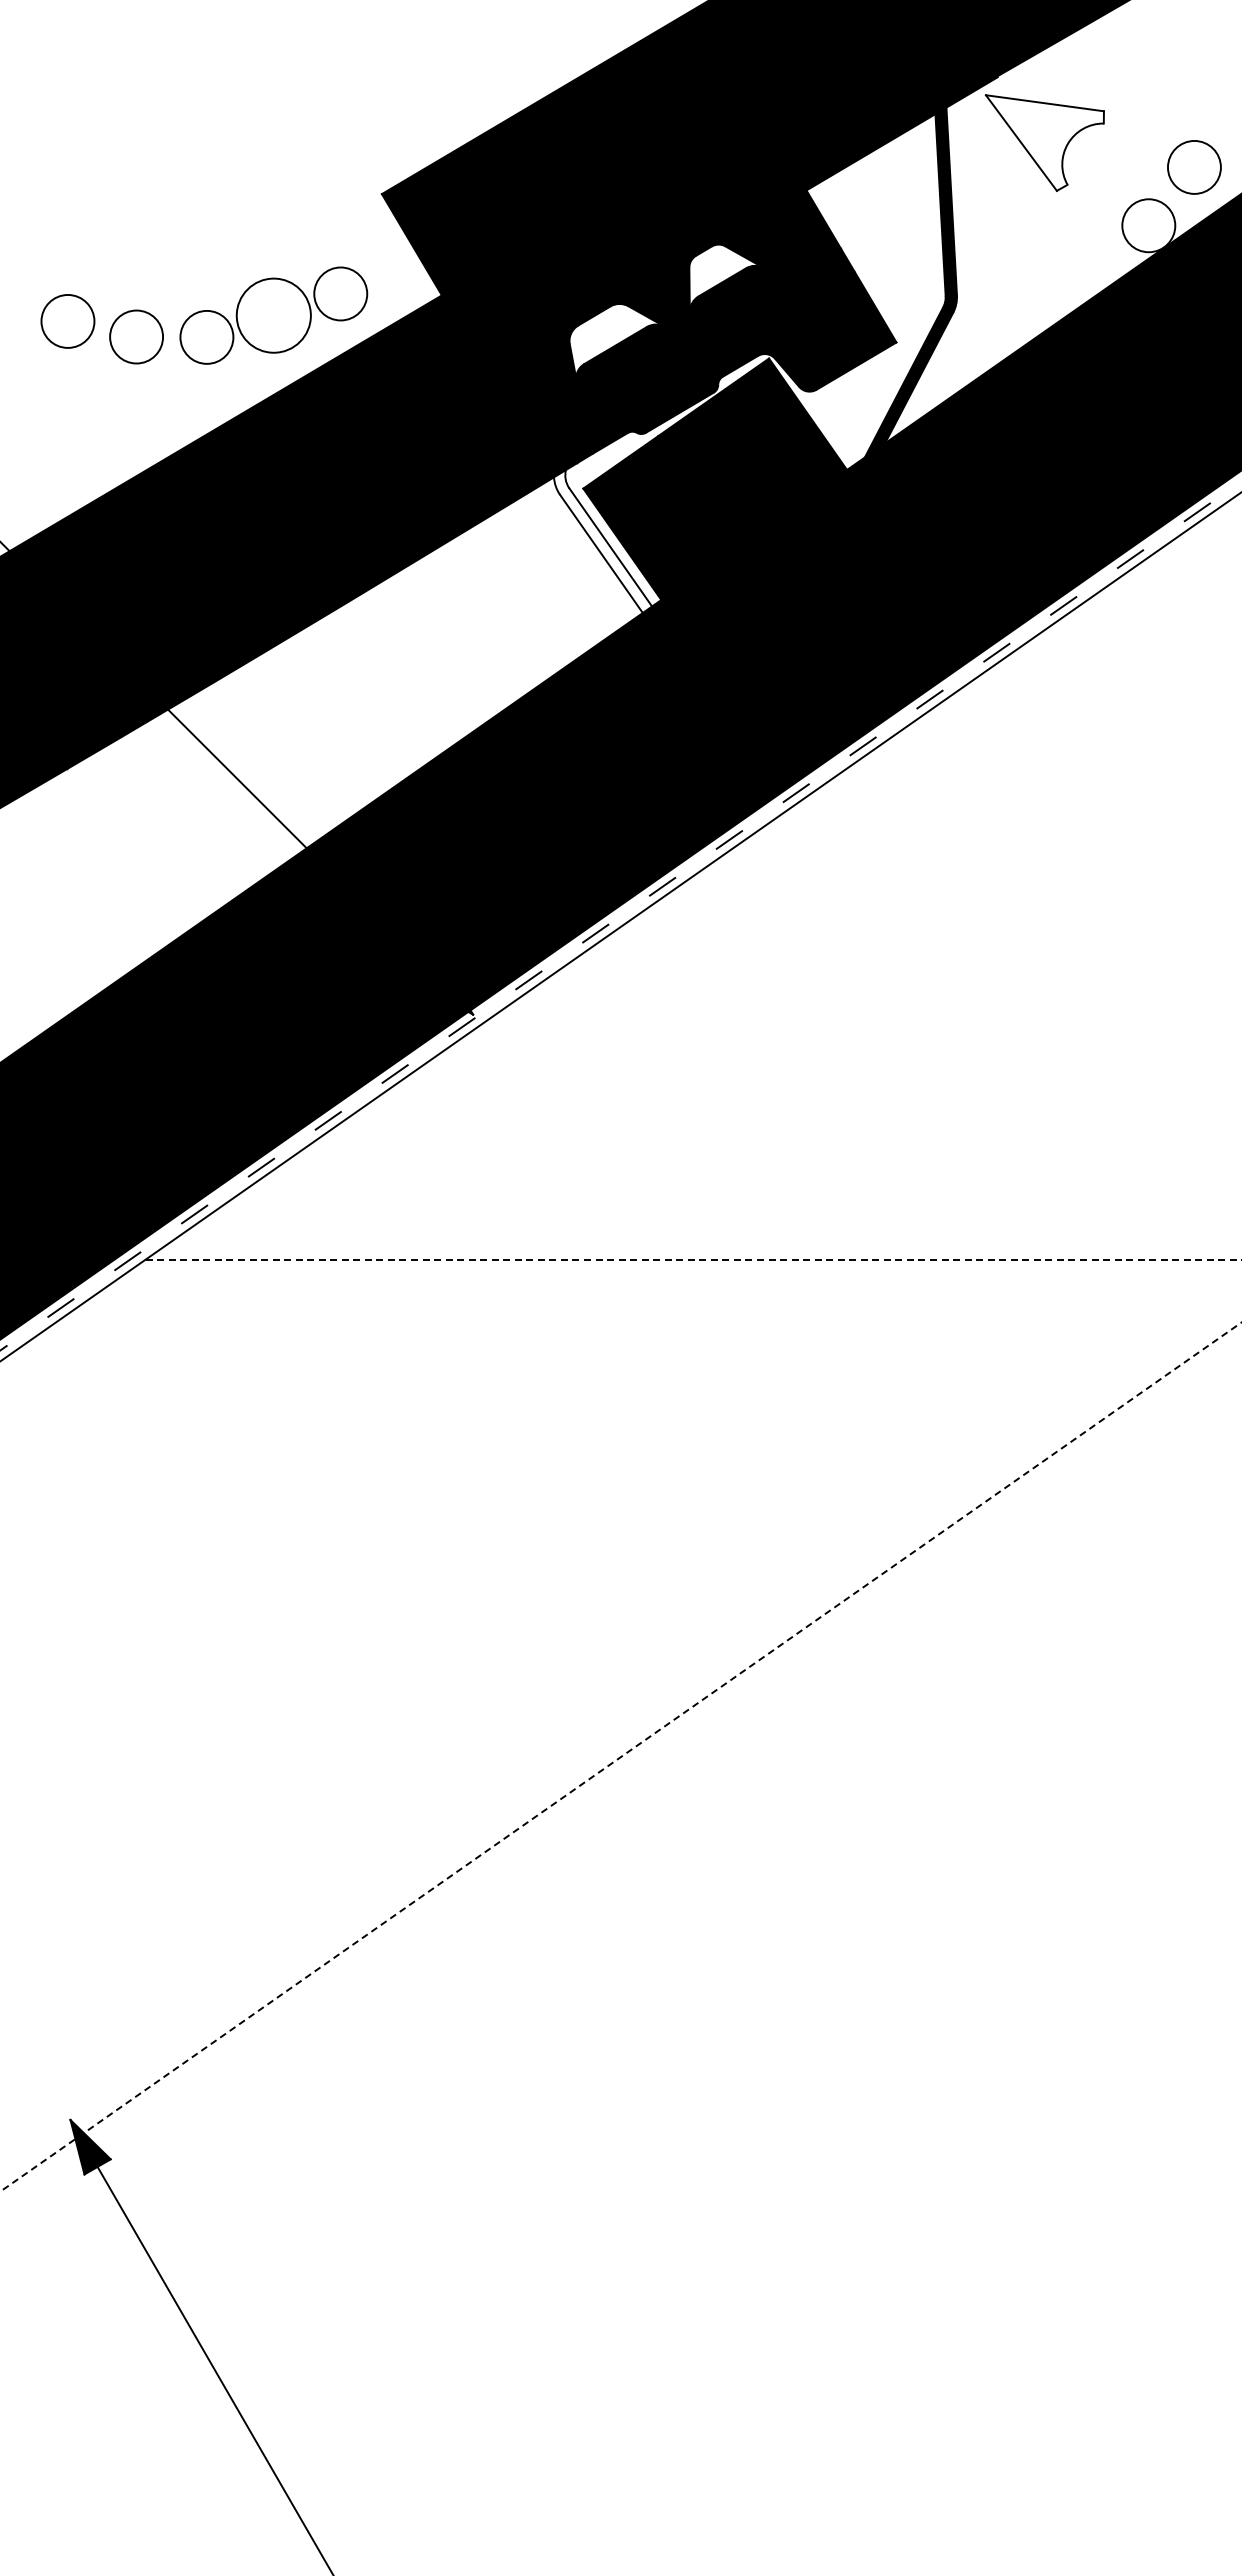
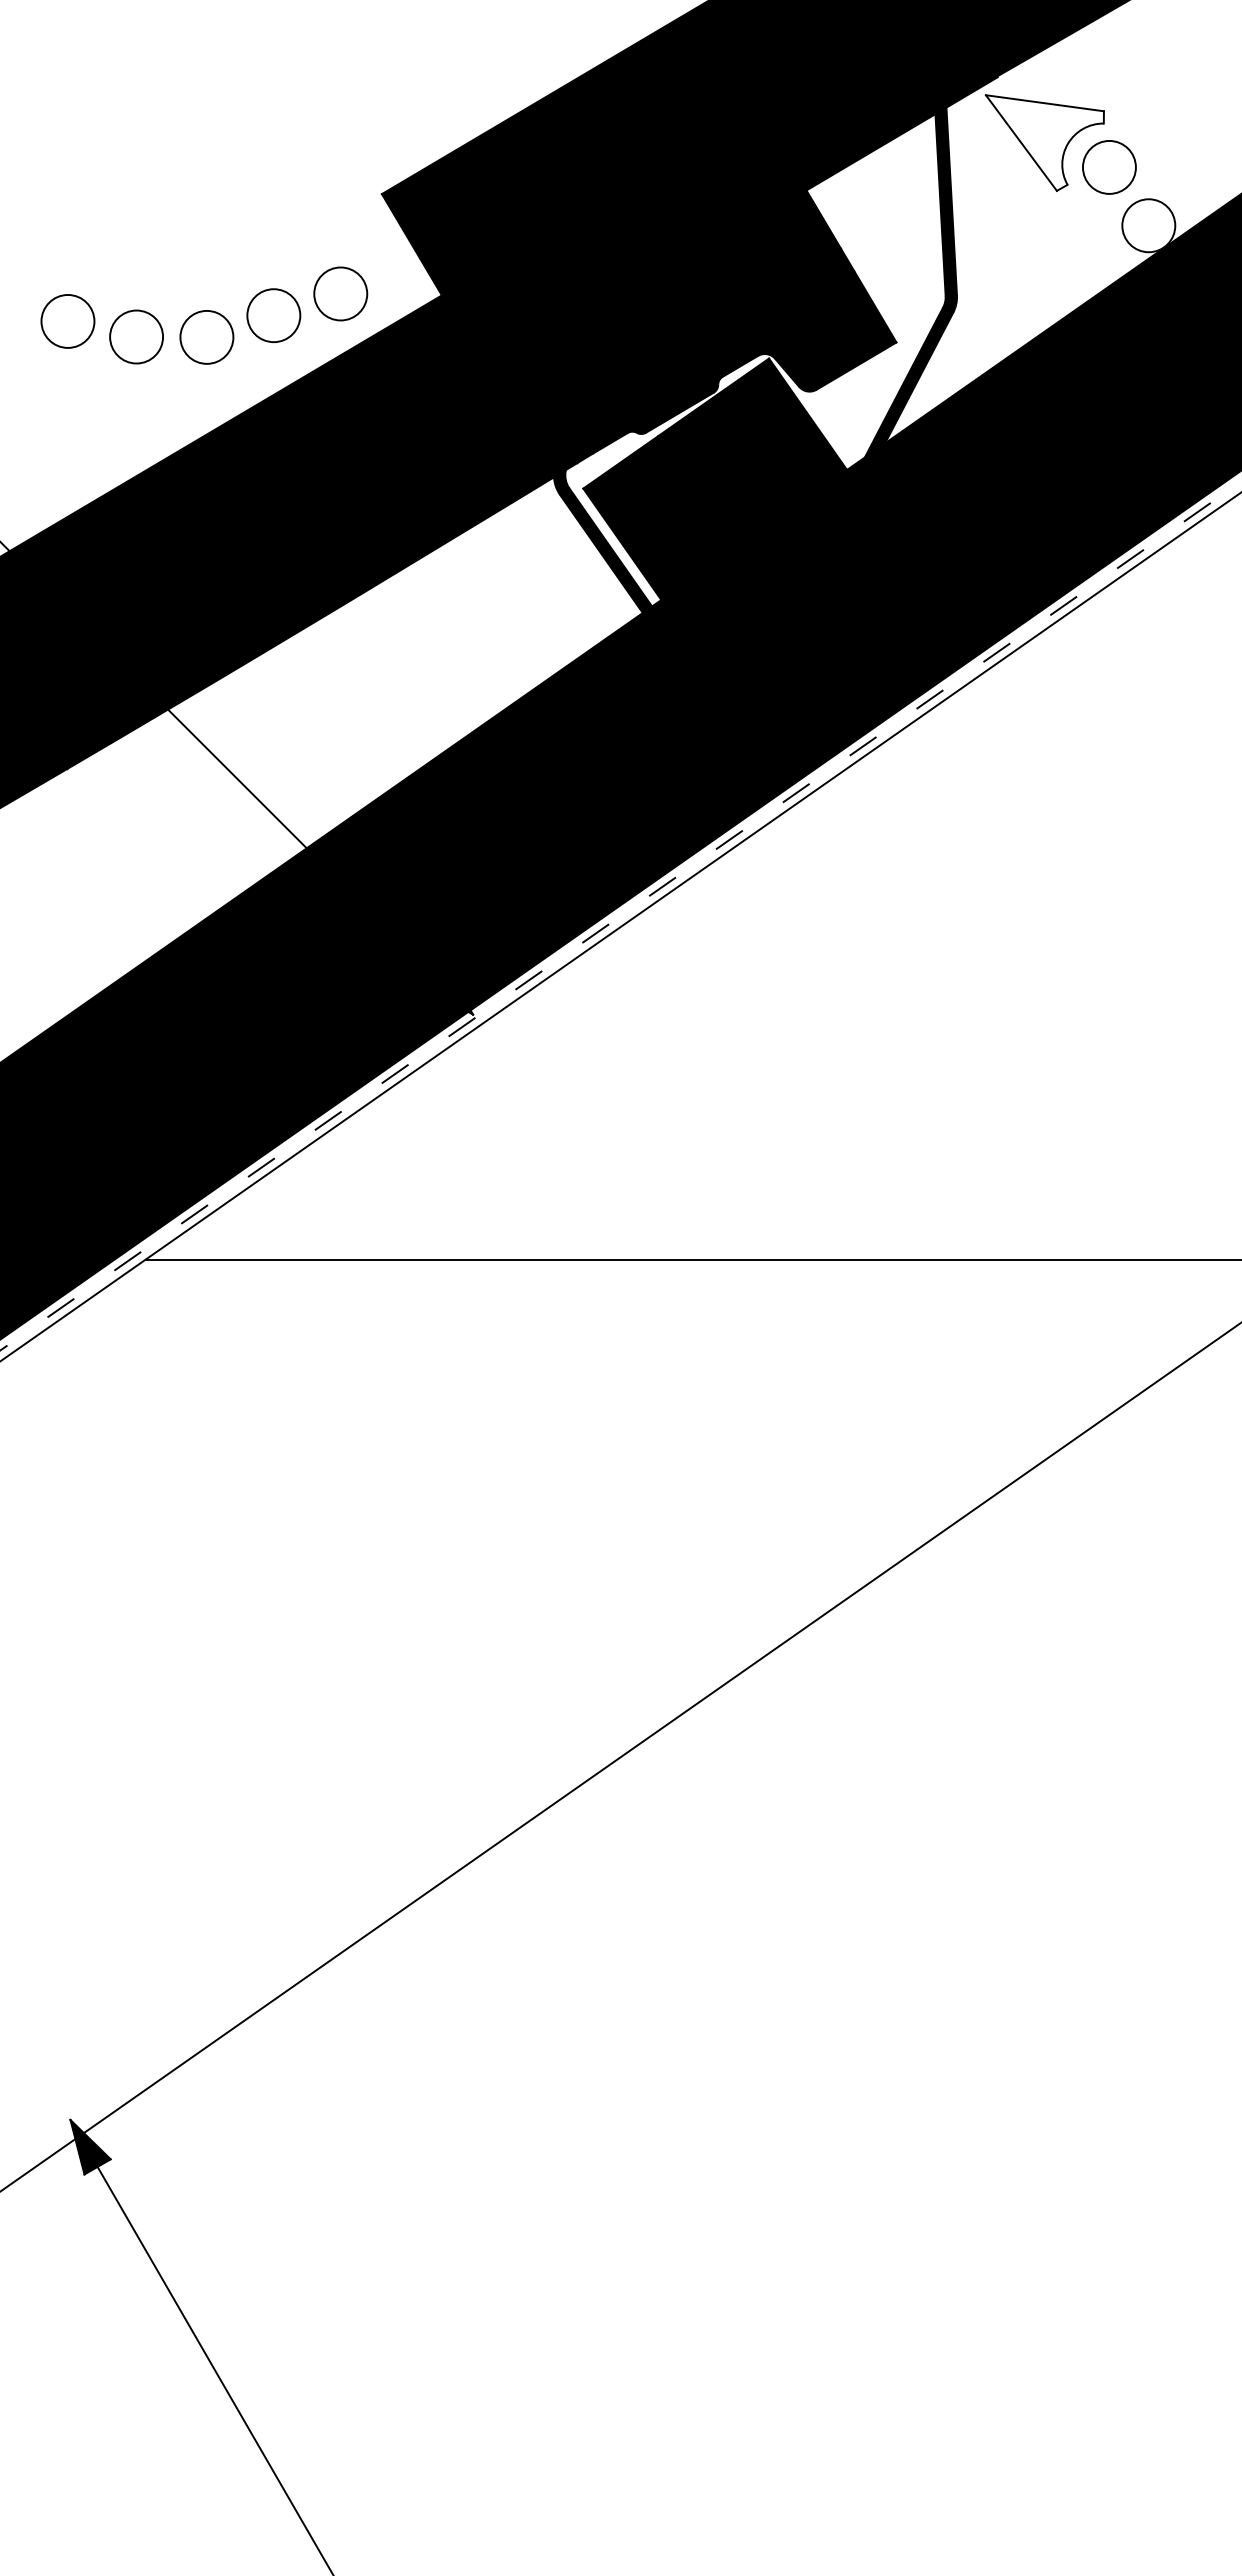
circle at (1194, 167) position: (1194, 167) -> (1109, 167)
fill at (725, 277): none -> present
circle at (273, 315) diameter: 74 px -> 53 px
fill at (616, 341): none -> present
fill at (603, 541): none -> present
line at (694, 1259): dashed -> solid
line at (620, 1757): dashed -> solid
